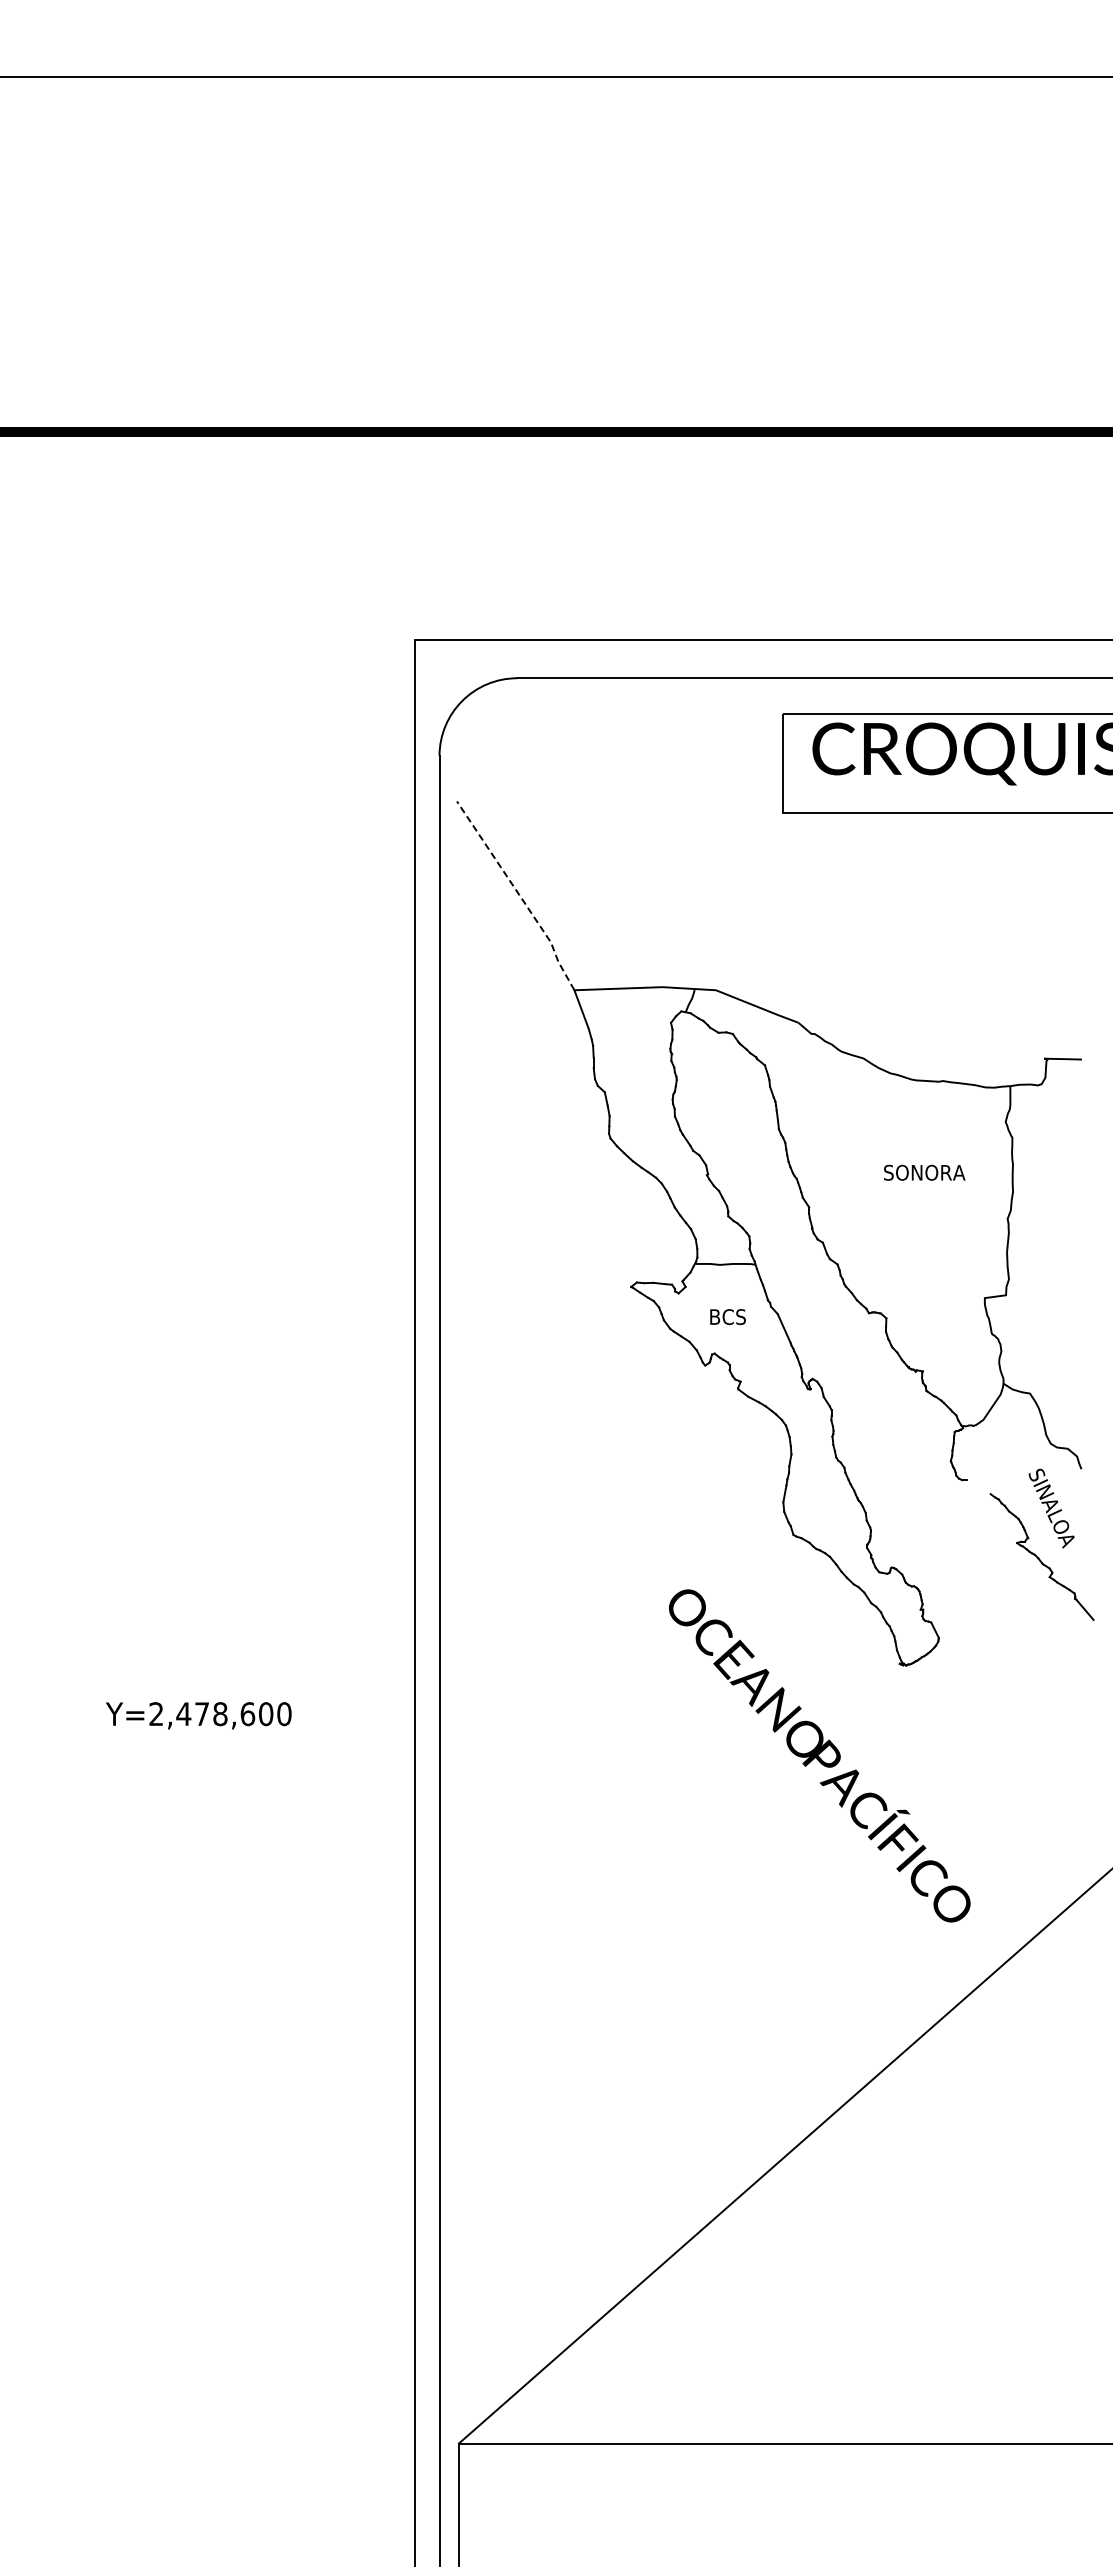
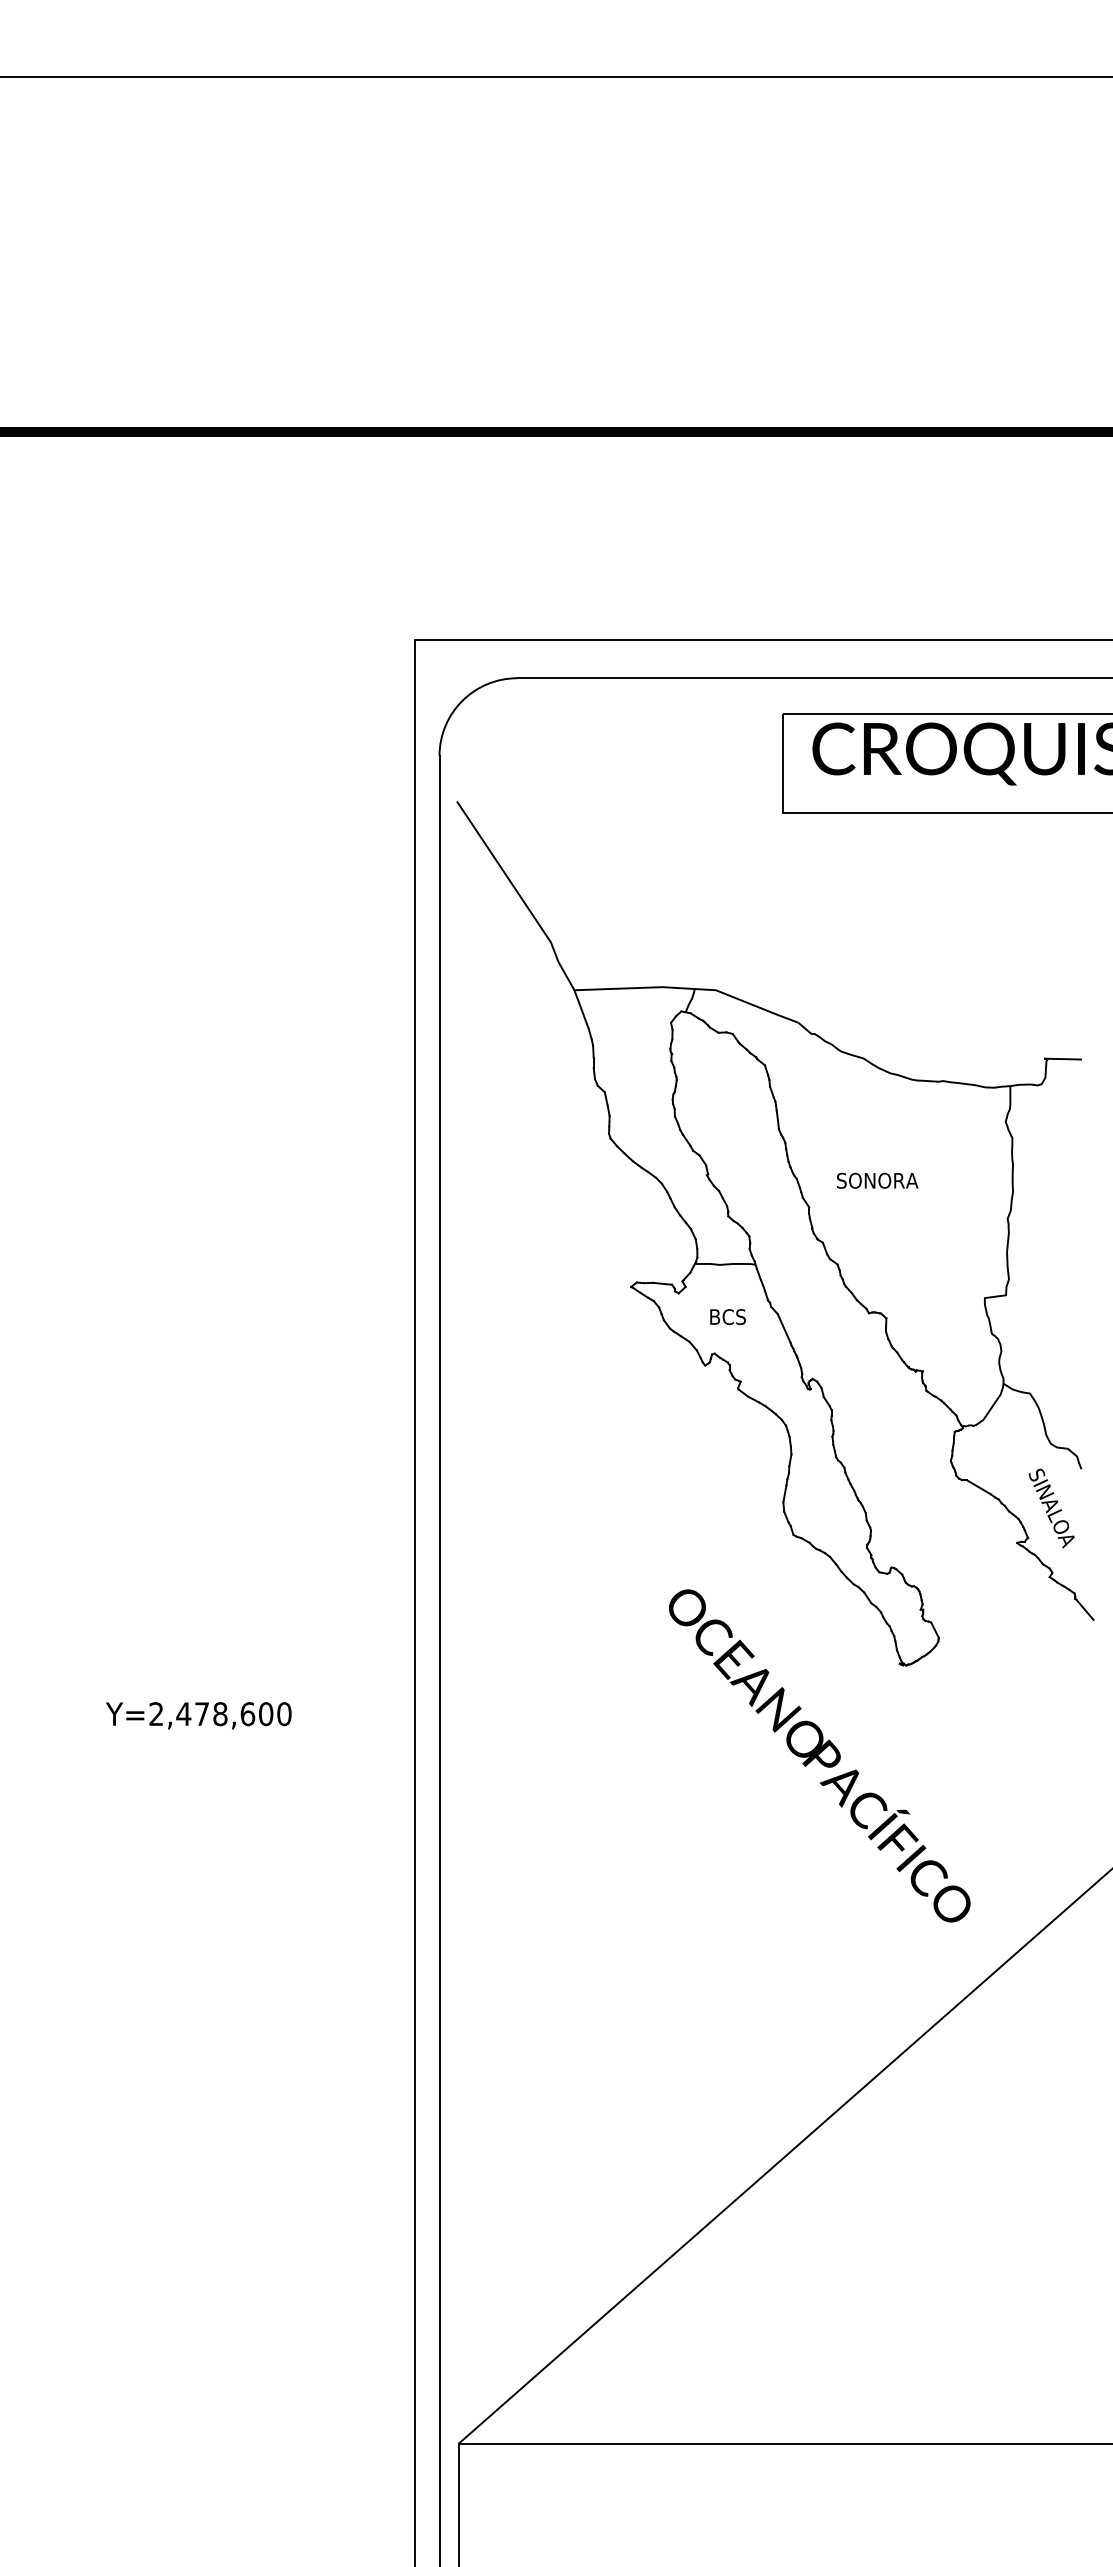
line at (519, 895): dashed -> solid
text at (924, 1172) position: (924, 1172) -> (877, 1180)
line at (978, 1487): none -> present
